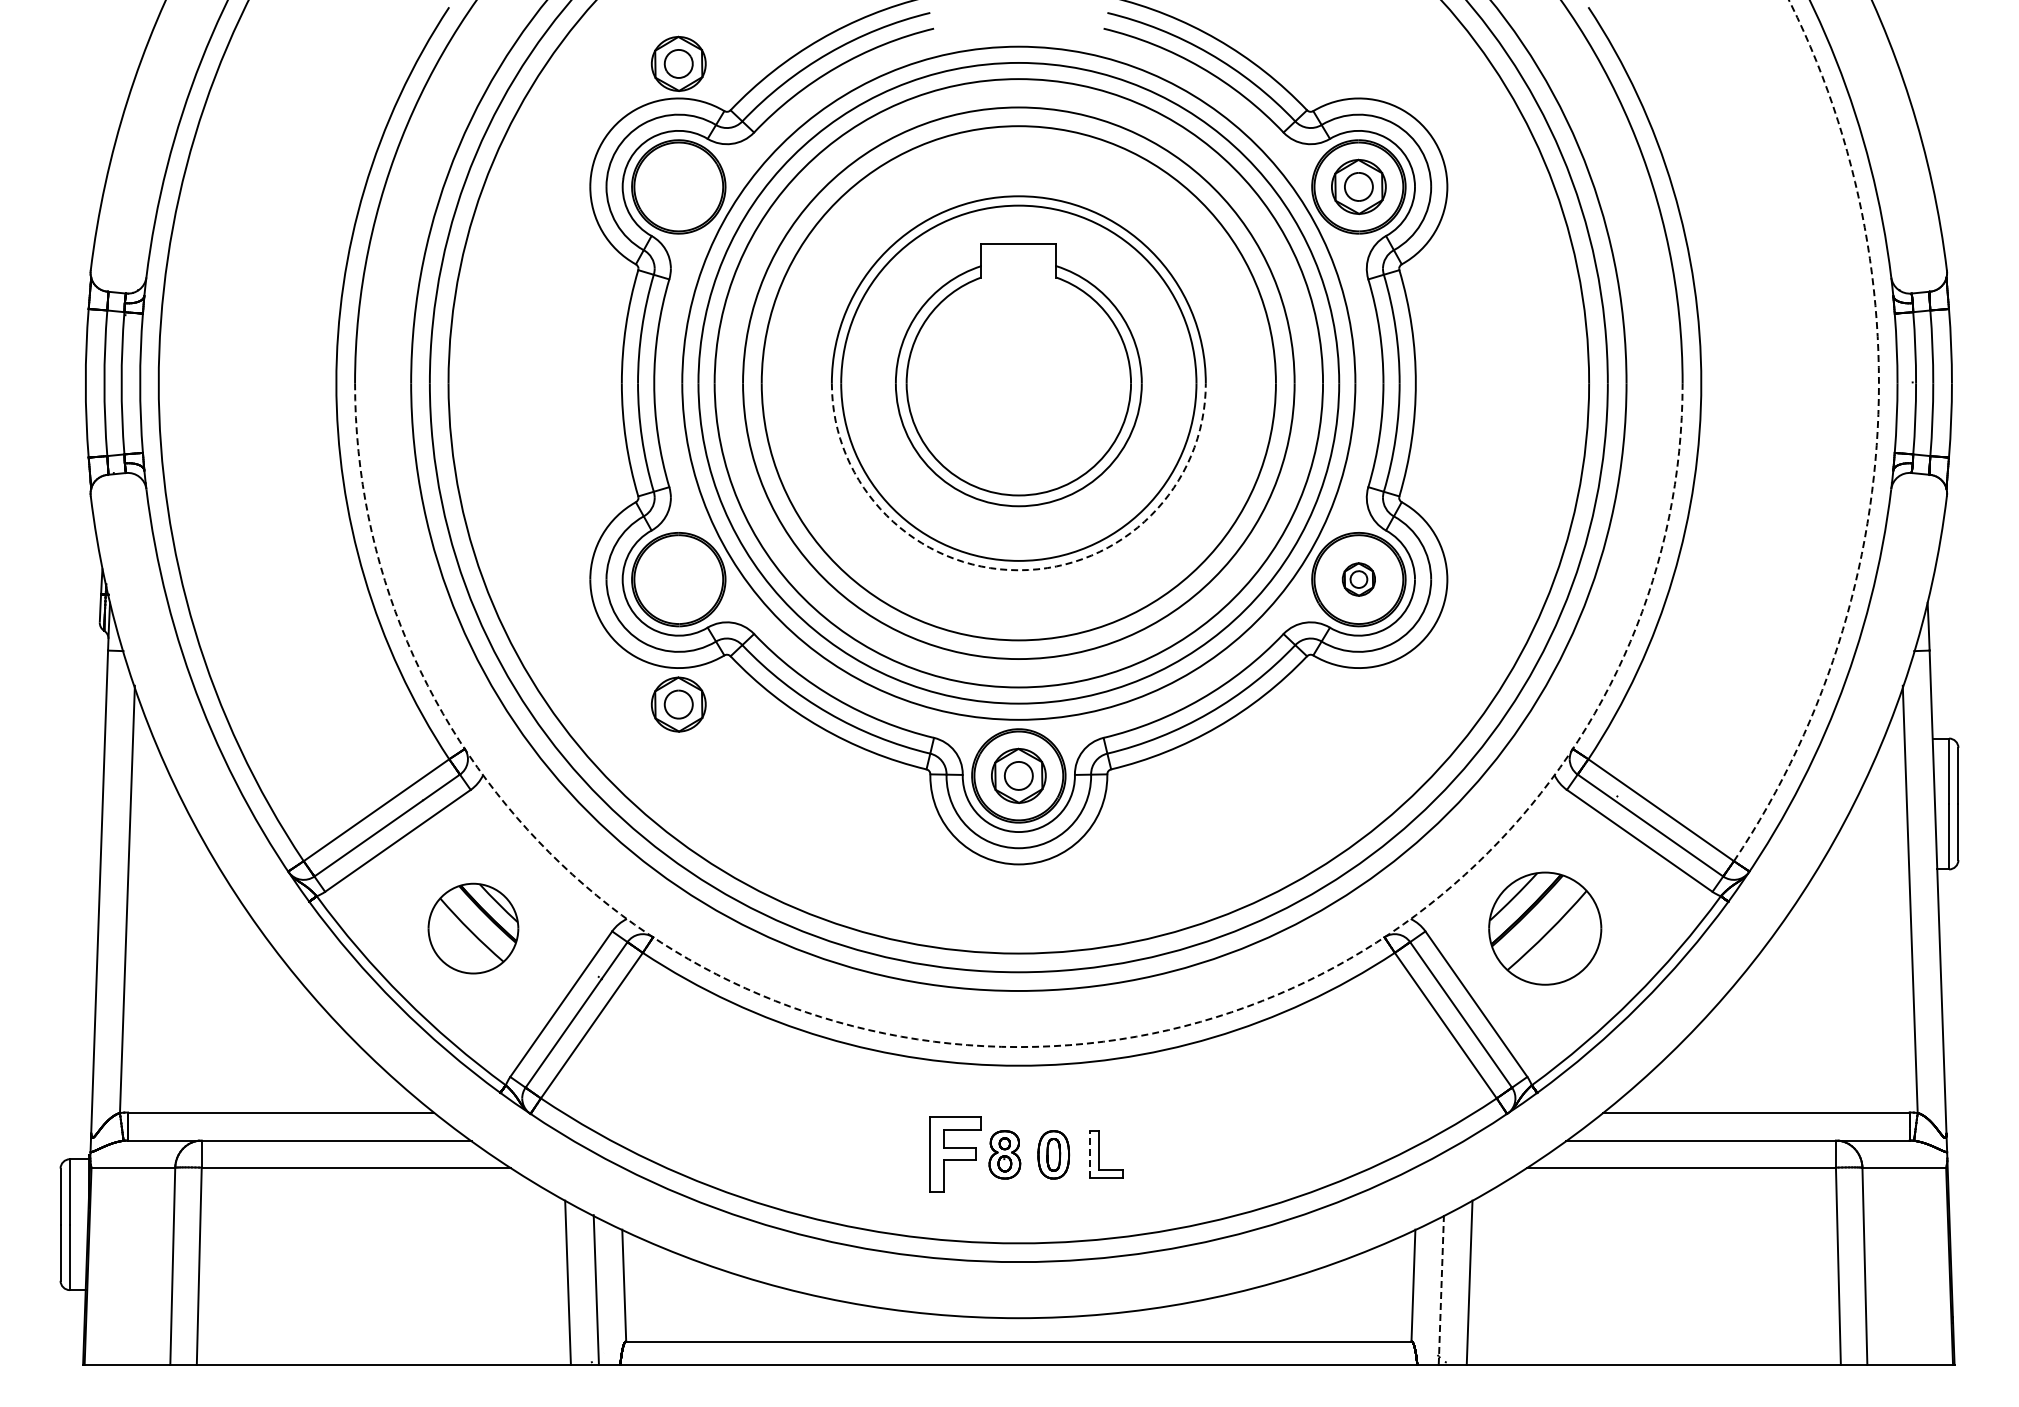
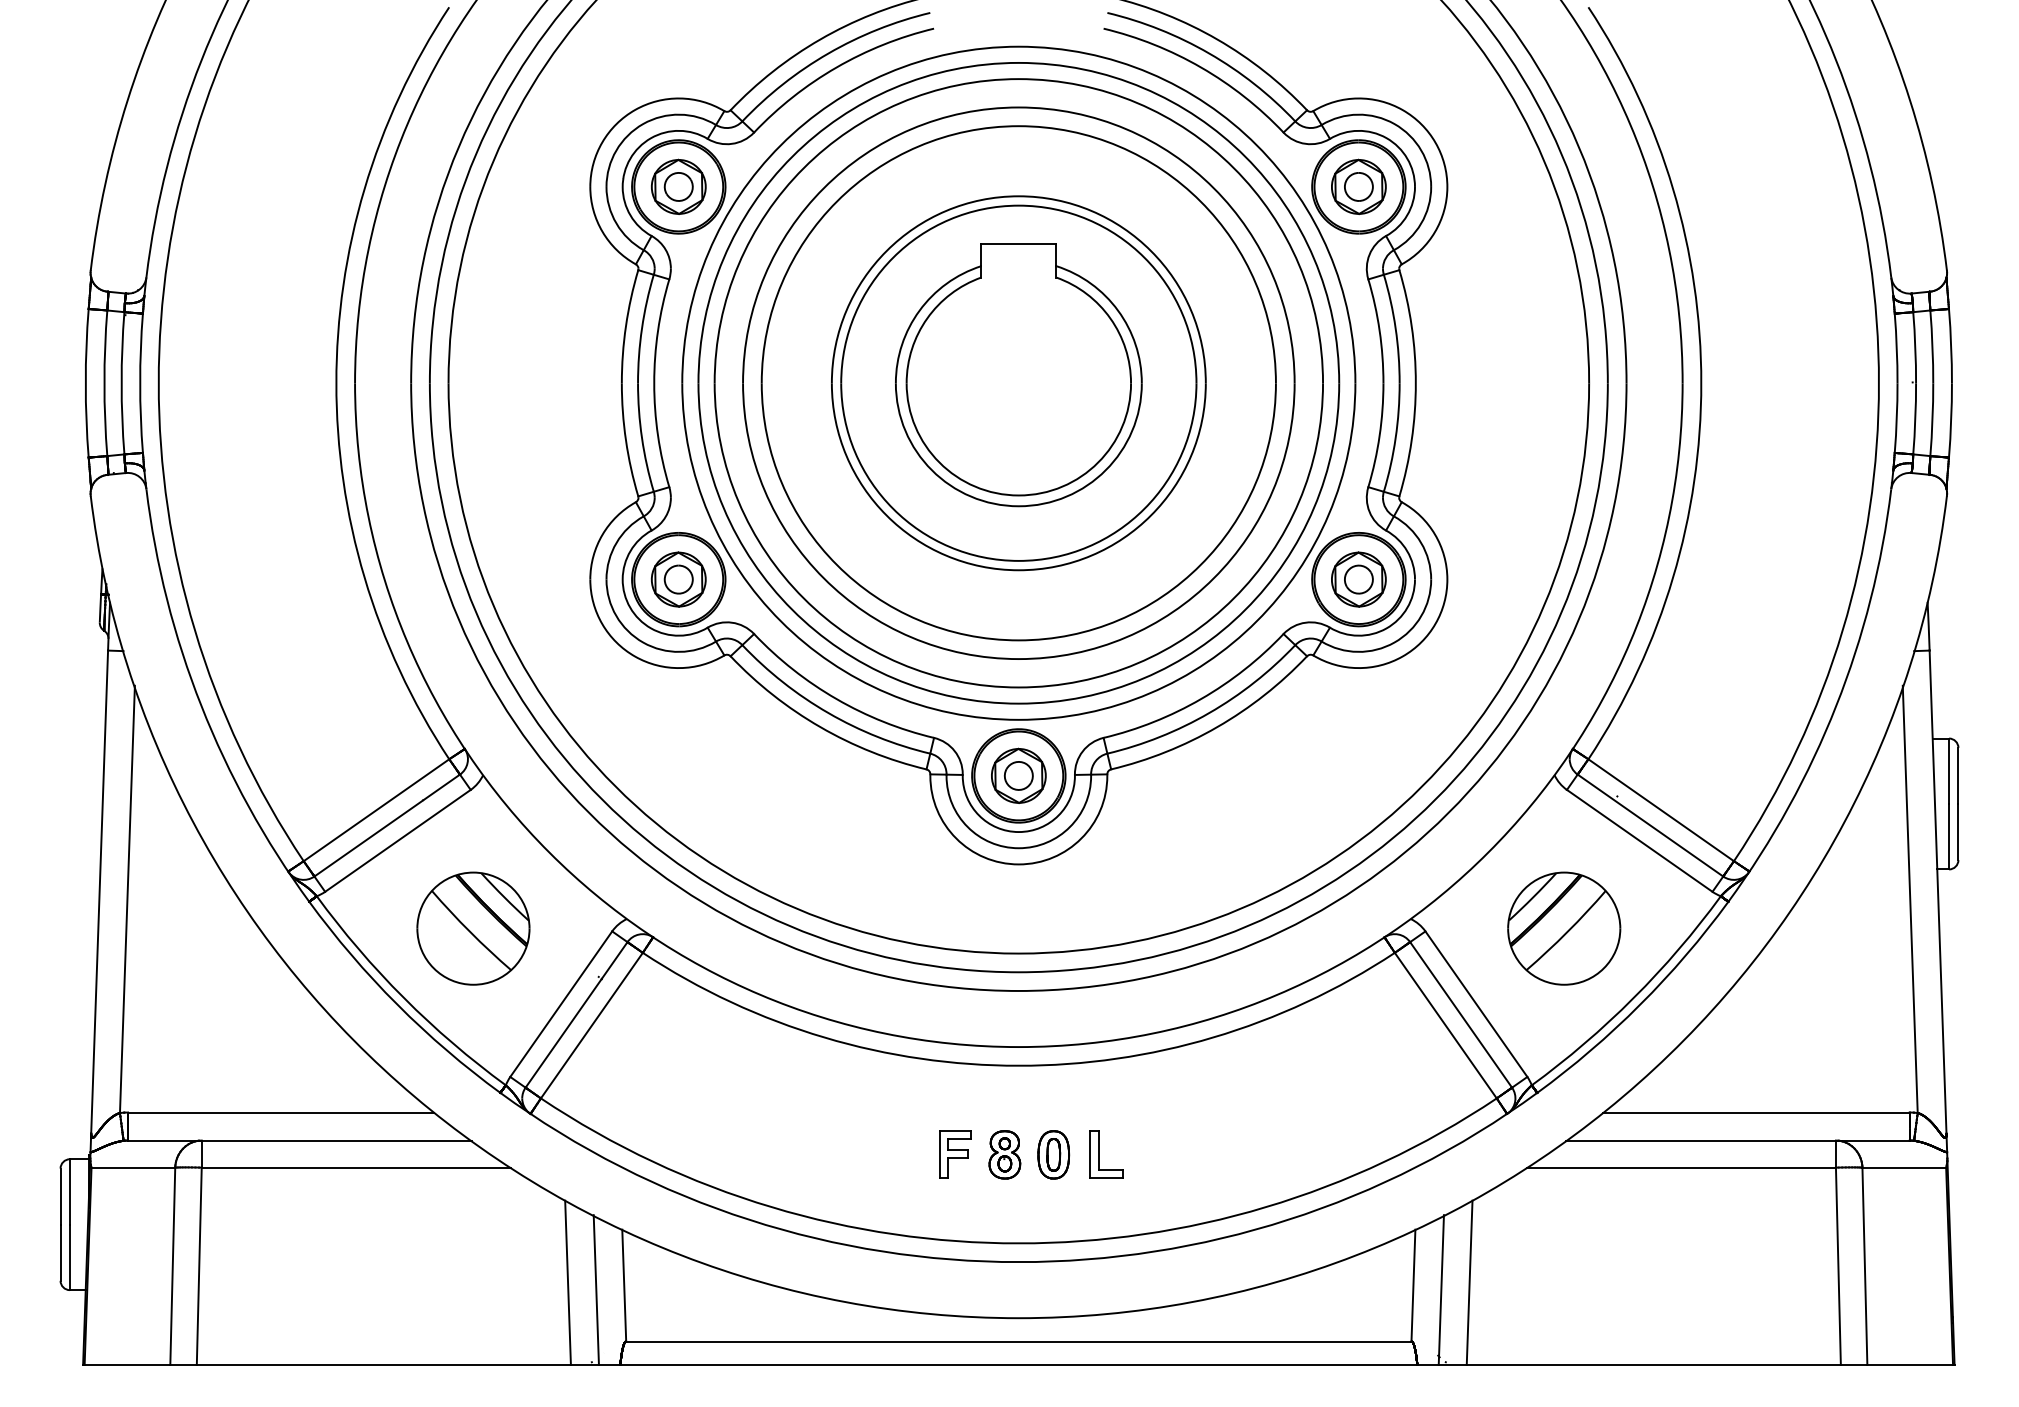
part at (678, 63) position: (678, 63) -> (678, 186)
arc at (1877, 437): dashed -> solid
arc at (1018, 570): dashed -> solid
part at (1358, 579) size: 35x35 px -> 56x57 px
part at (678, 704) position: (678, 704) -> (678, 579)
part at (473, 928) size: 93x93 px -> 115x115 px
part at (1545, 928) position: (1545, 928) -> (1564, 928)
arc at (1018, 1047): dashed -> solid
part at (955, 1154) size: 53x77 px -> 33x49 px
line at (1089, 1154): dashed -> solid
line at (1441, 1290): dashed -> solid
